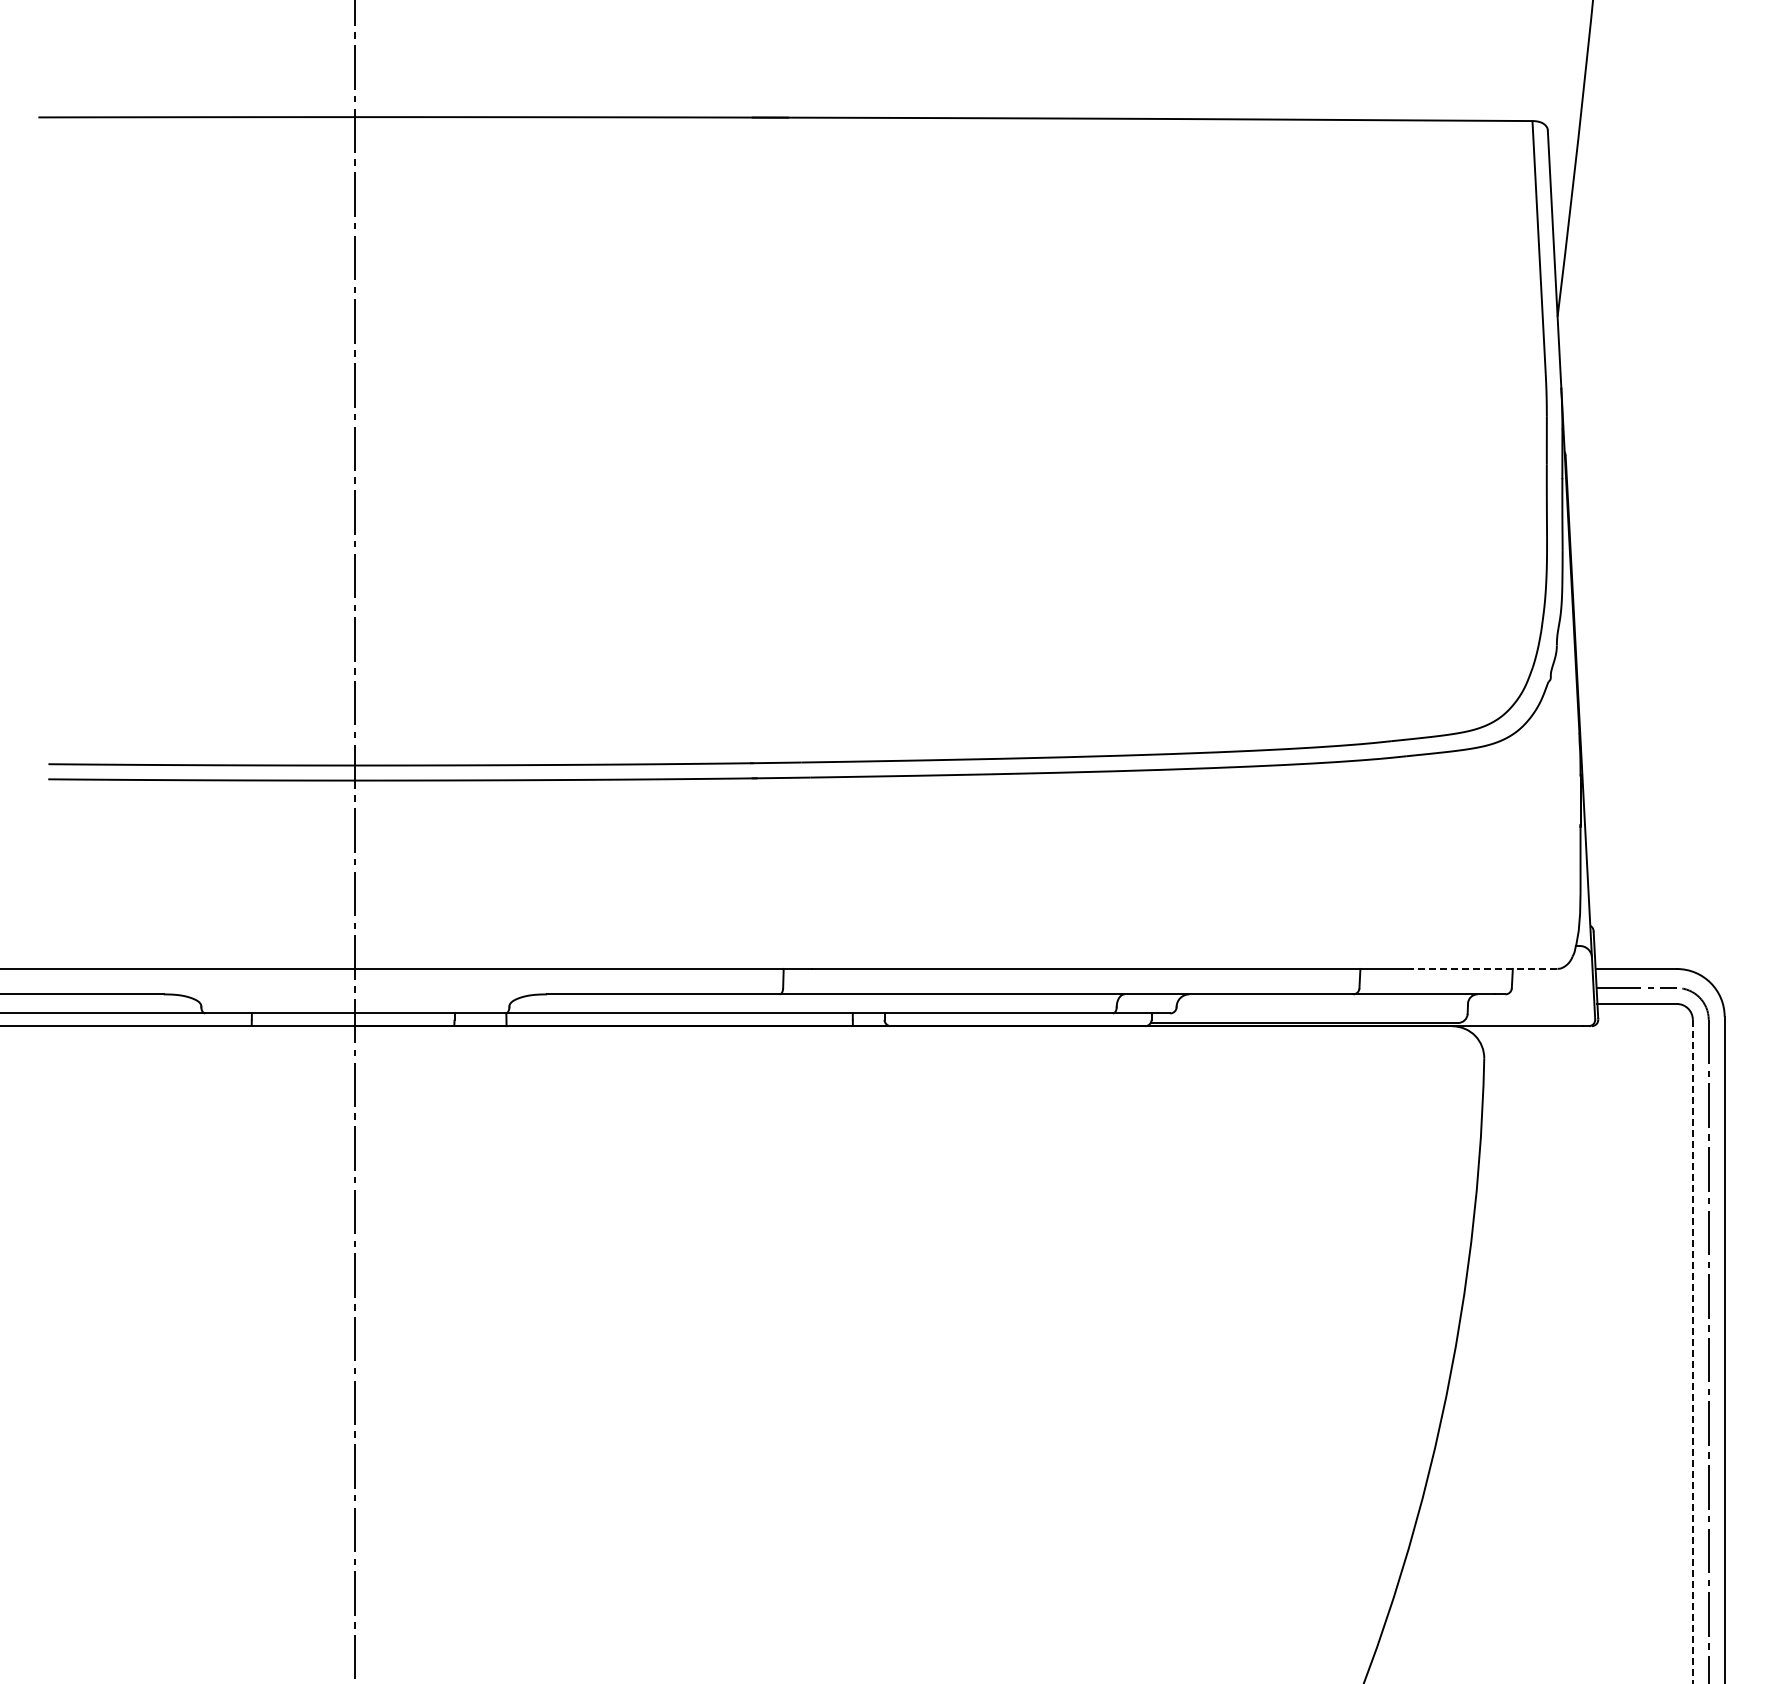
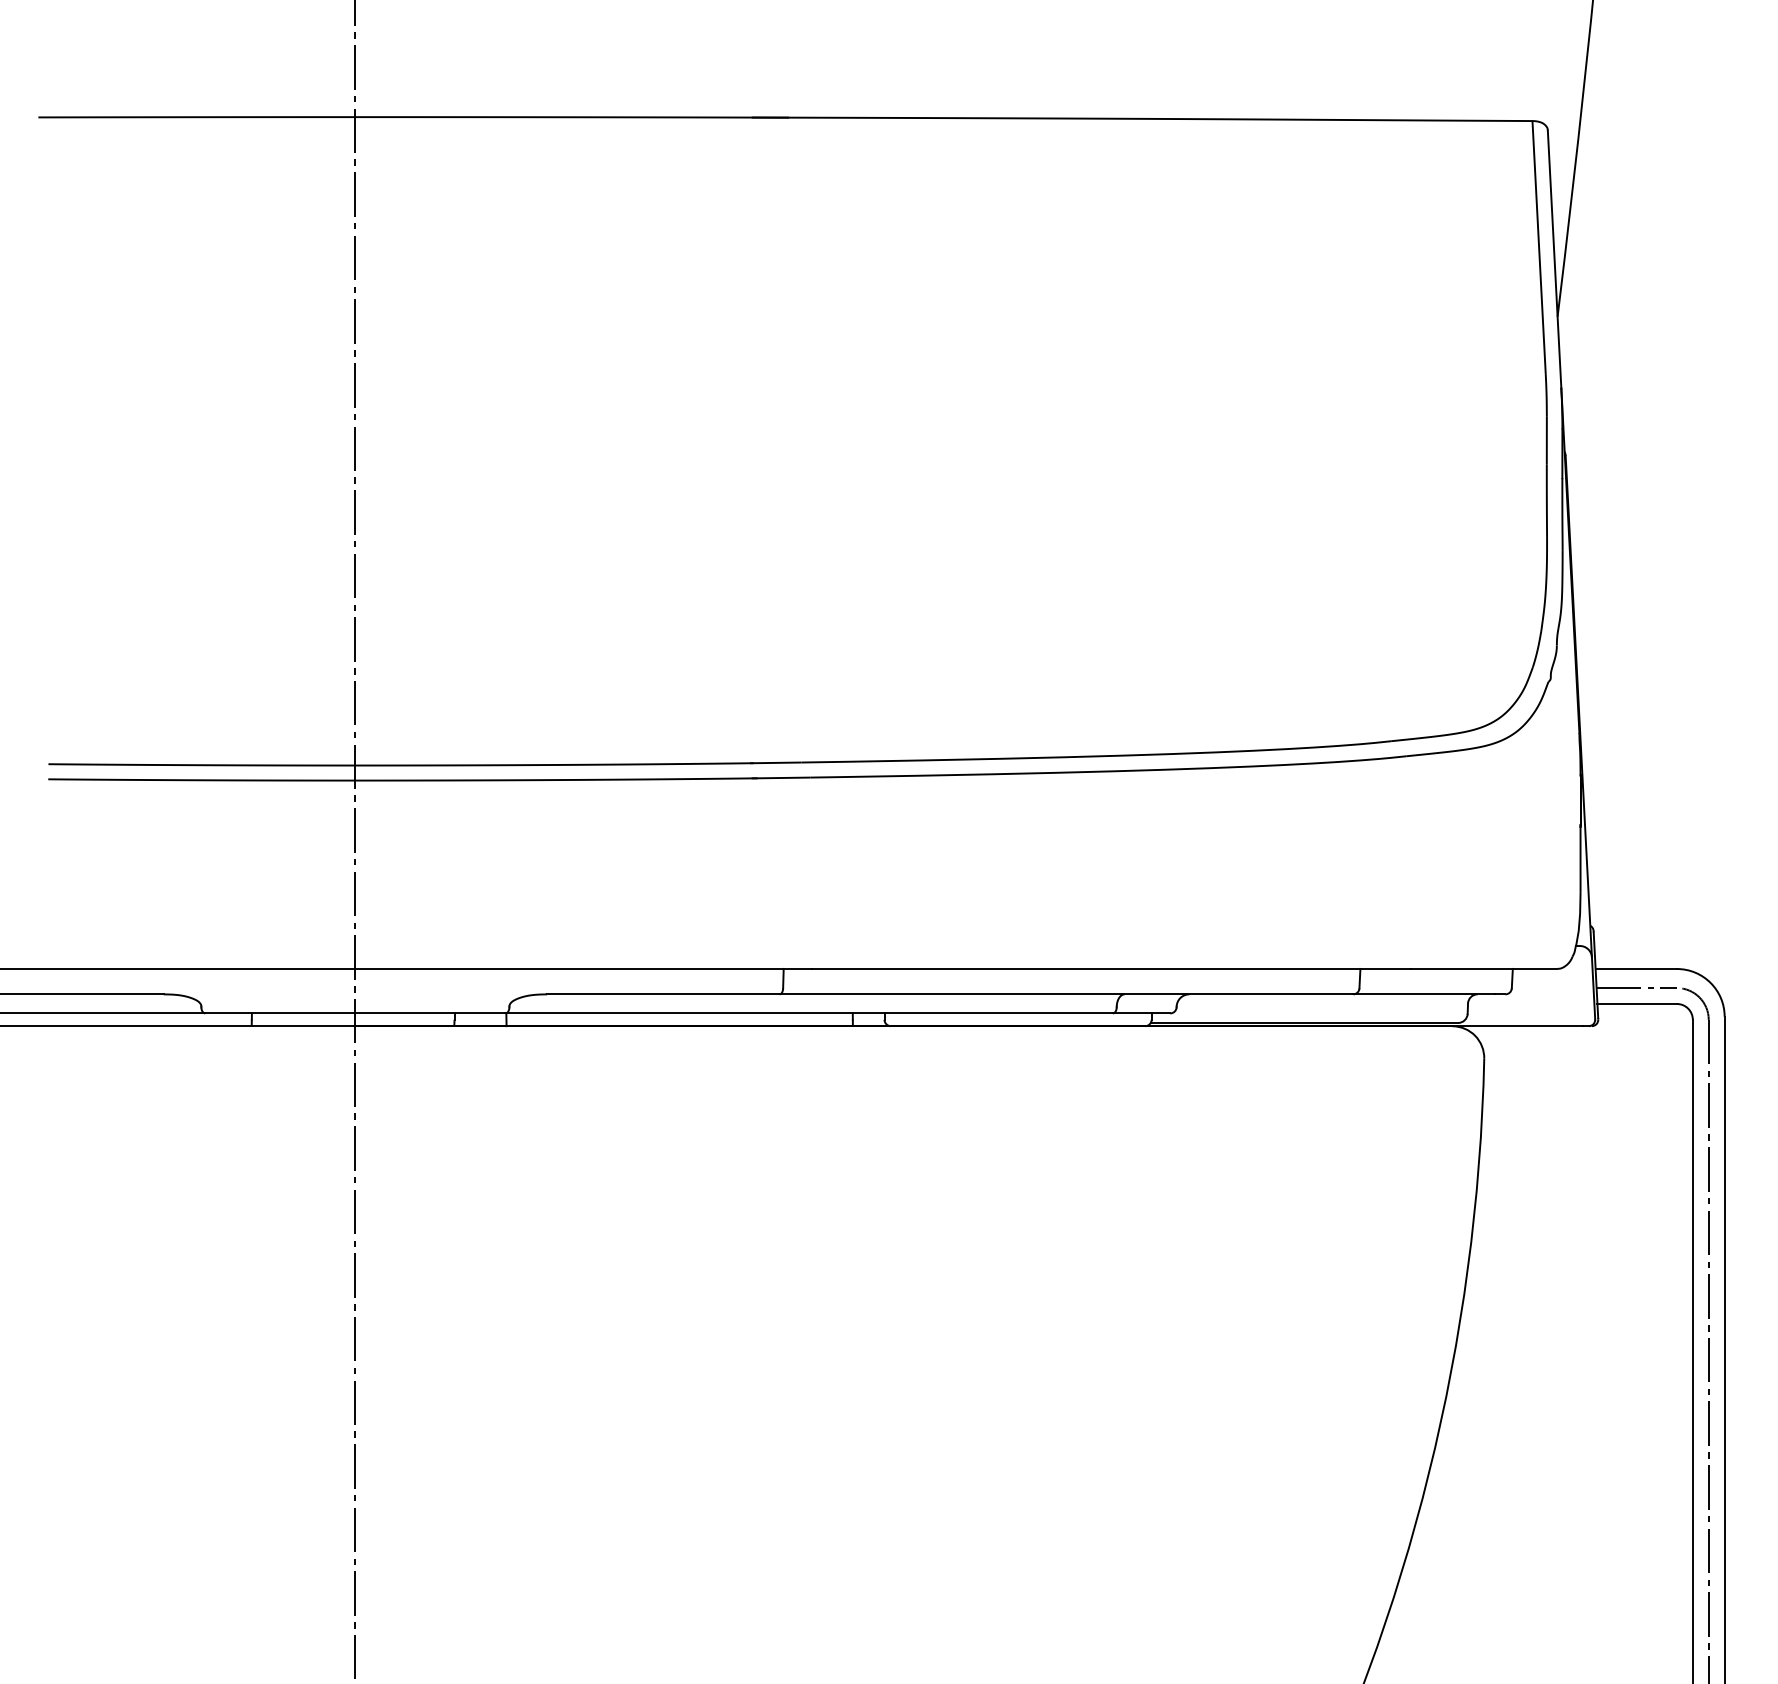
line at (1483, 968): dashed -> solid
line at (1692, 1351): dashed -> solid
